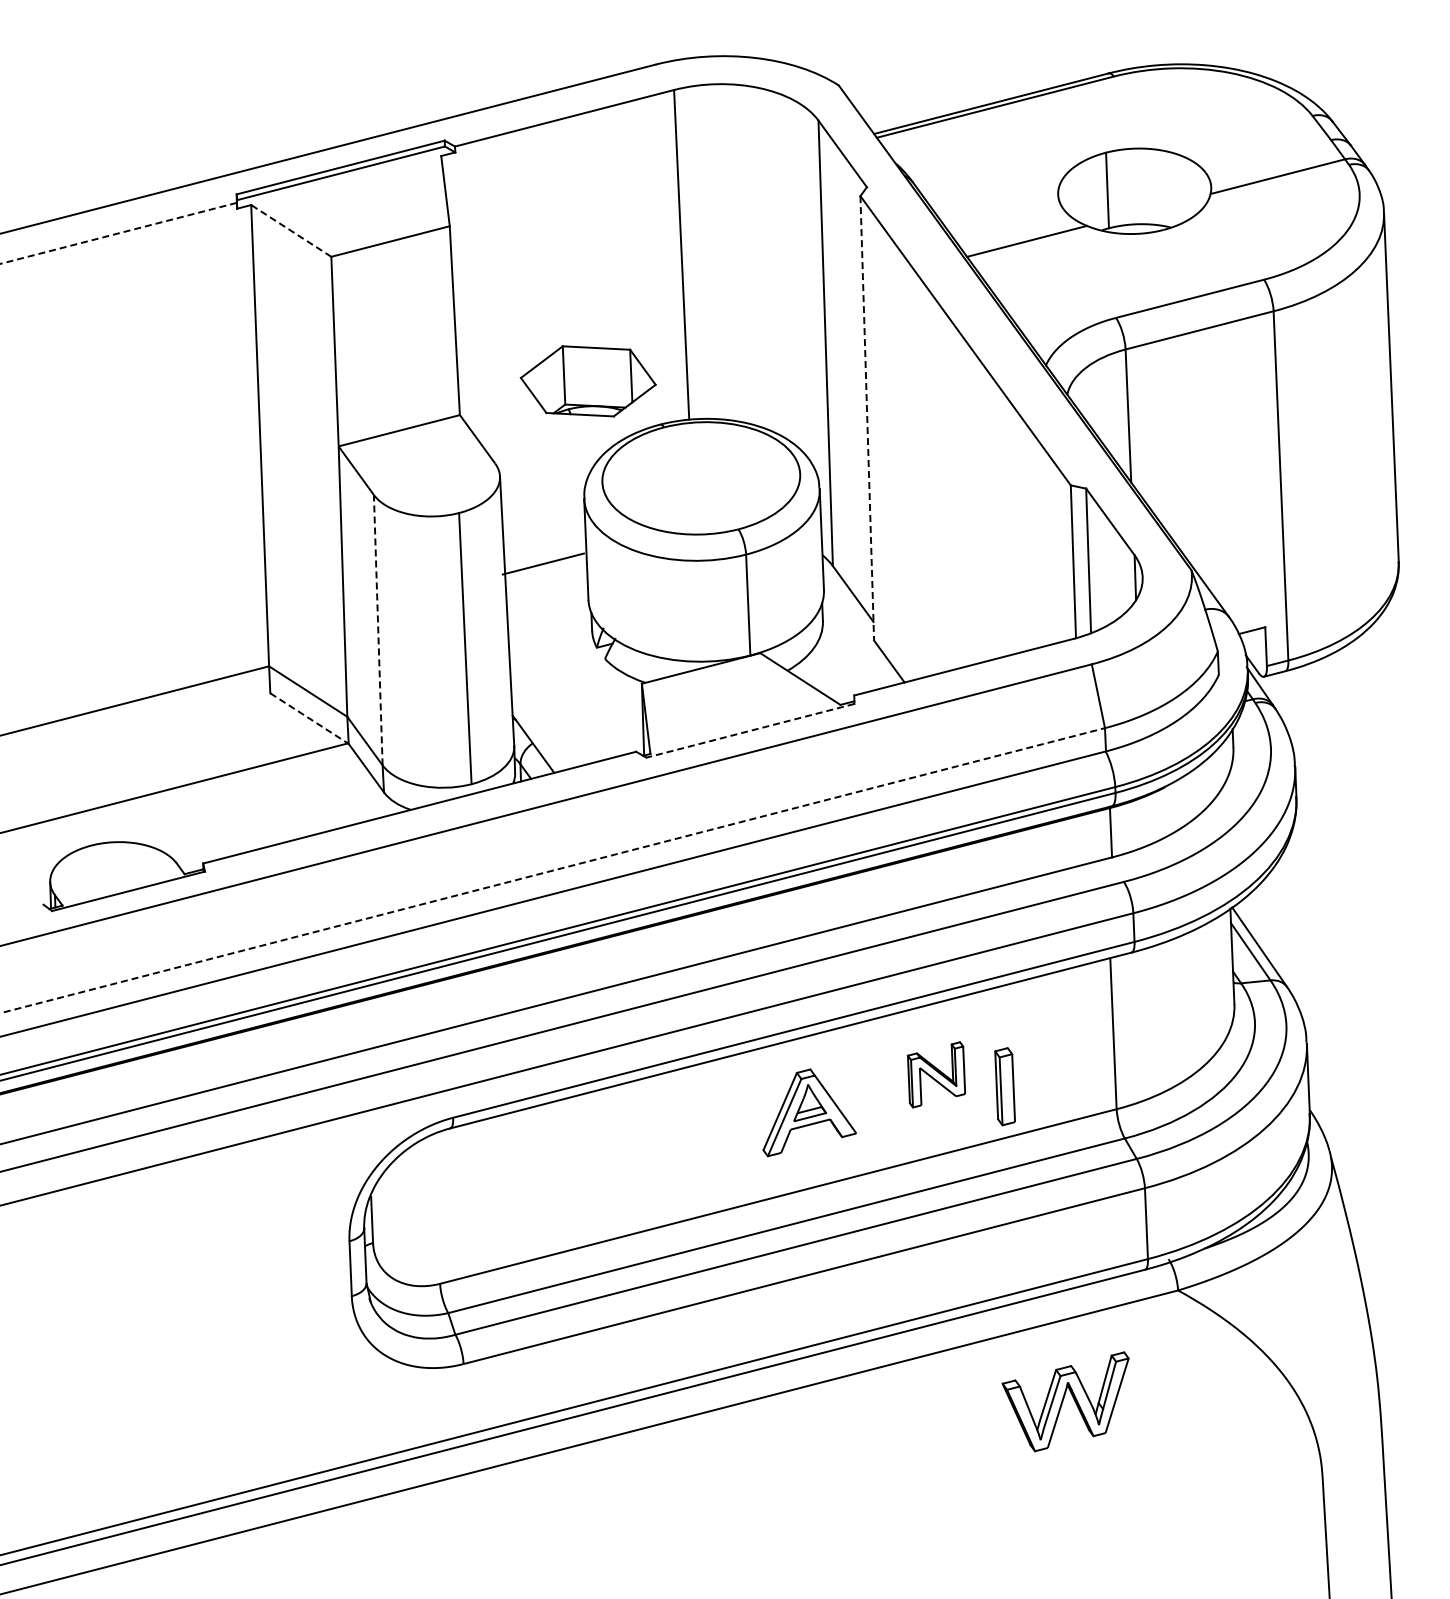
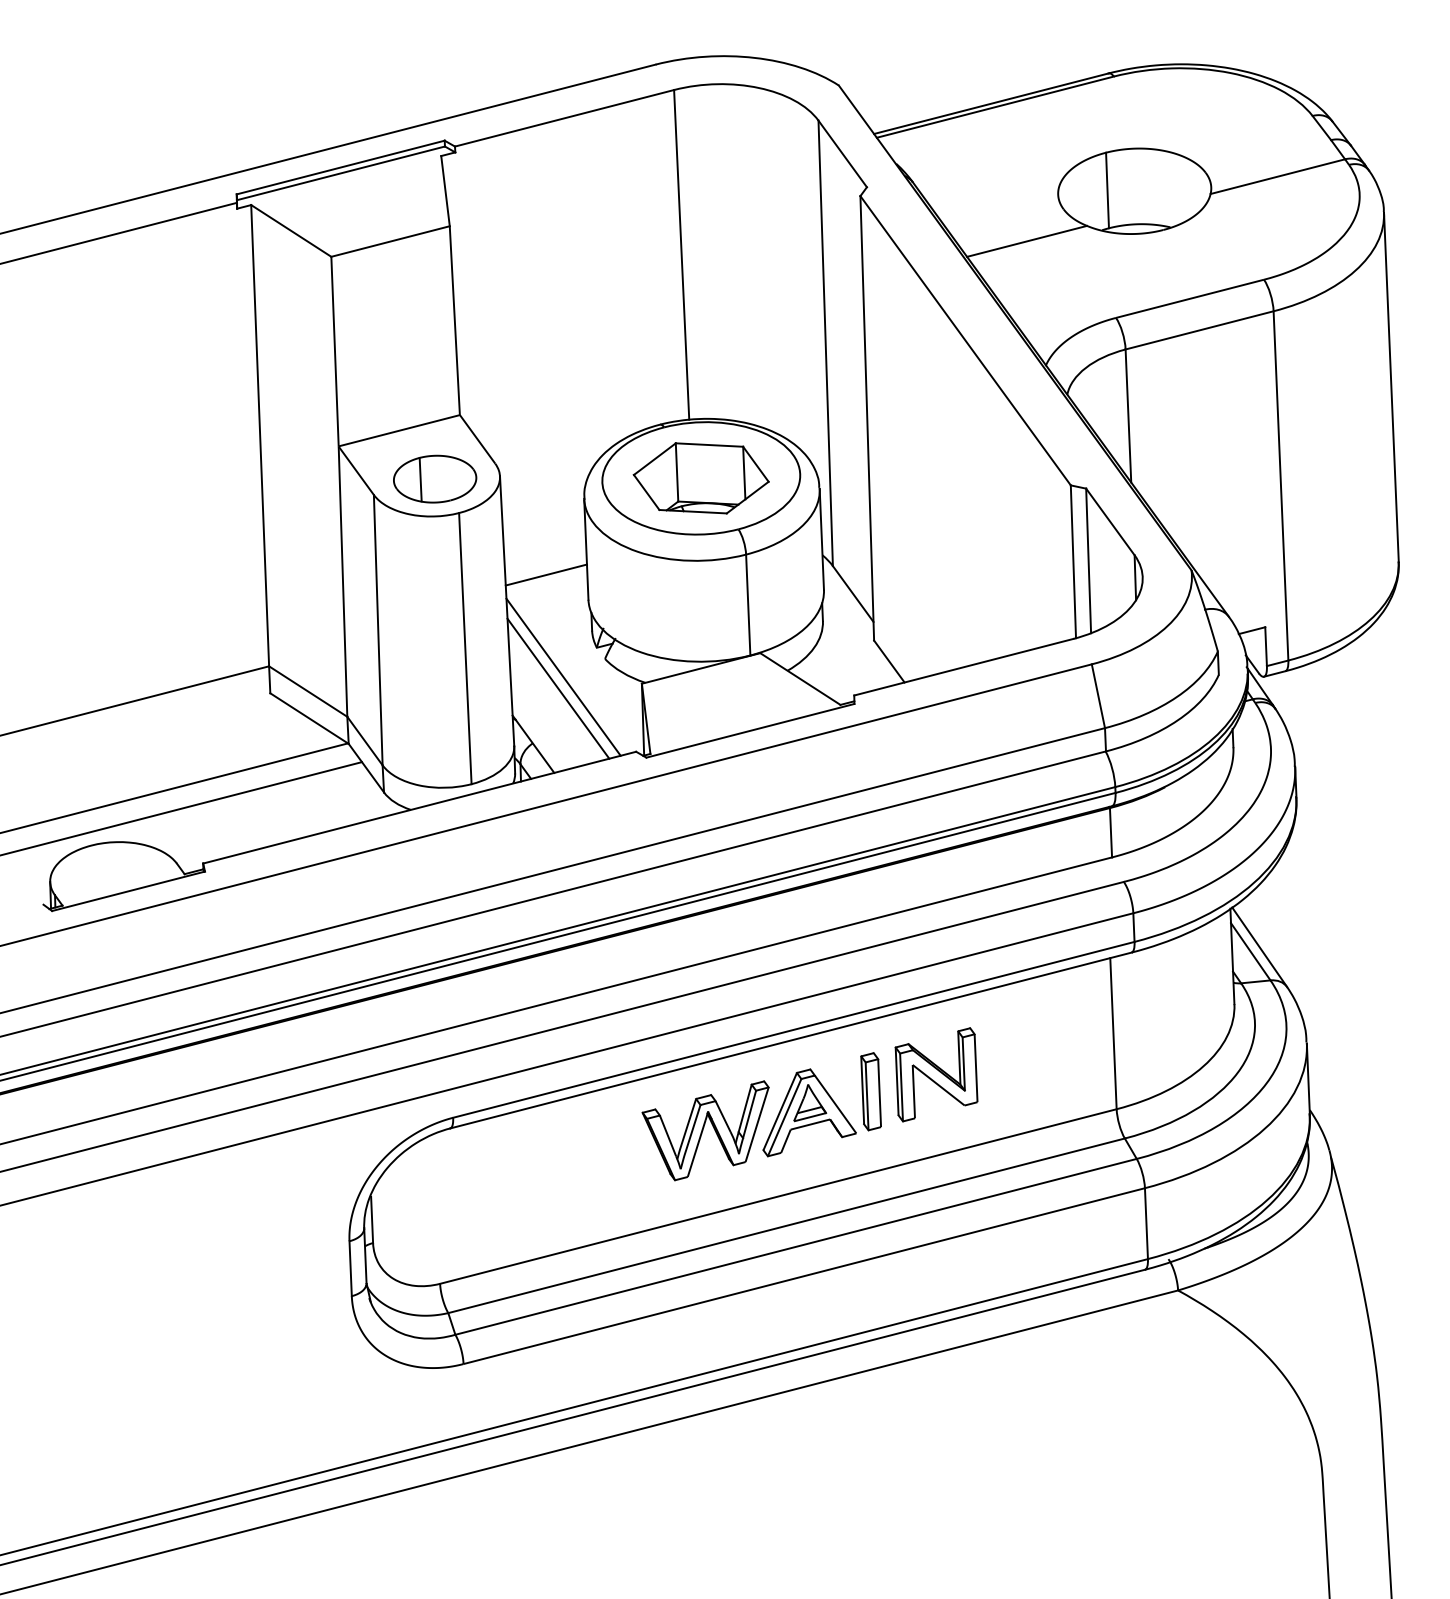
line at (291, 230): dashed -> solid
line at (118, 233): dashed -> solid
part at (587, 381) position: (587, 381) -> (700, 478)
line at (867, 418): dashed -> solid
part at (435, 478): none -> present
line at (542, 563) position: (542, 563) -> (545, 574)
line at (378, 629): dashed -> solid
line at (563, 676): none -> present
line at (558, 688): none -> present
line at (309, 718): dashed -> solid
line at (749, 730): dashed -> solid
line at (181, 808): none -> present
line at (553, 870): dashed -> solid
part at (936, 1074) size: 61x68 px -> 85x96 px
part at (1004, 1086) position: (1004, 1086) -> (870, 1091)
part at (1065, 1401) position: (1065, 1401) -> (705, 1130)
